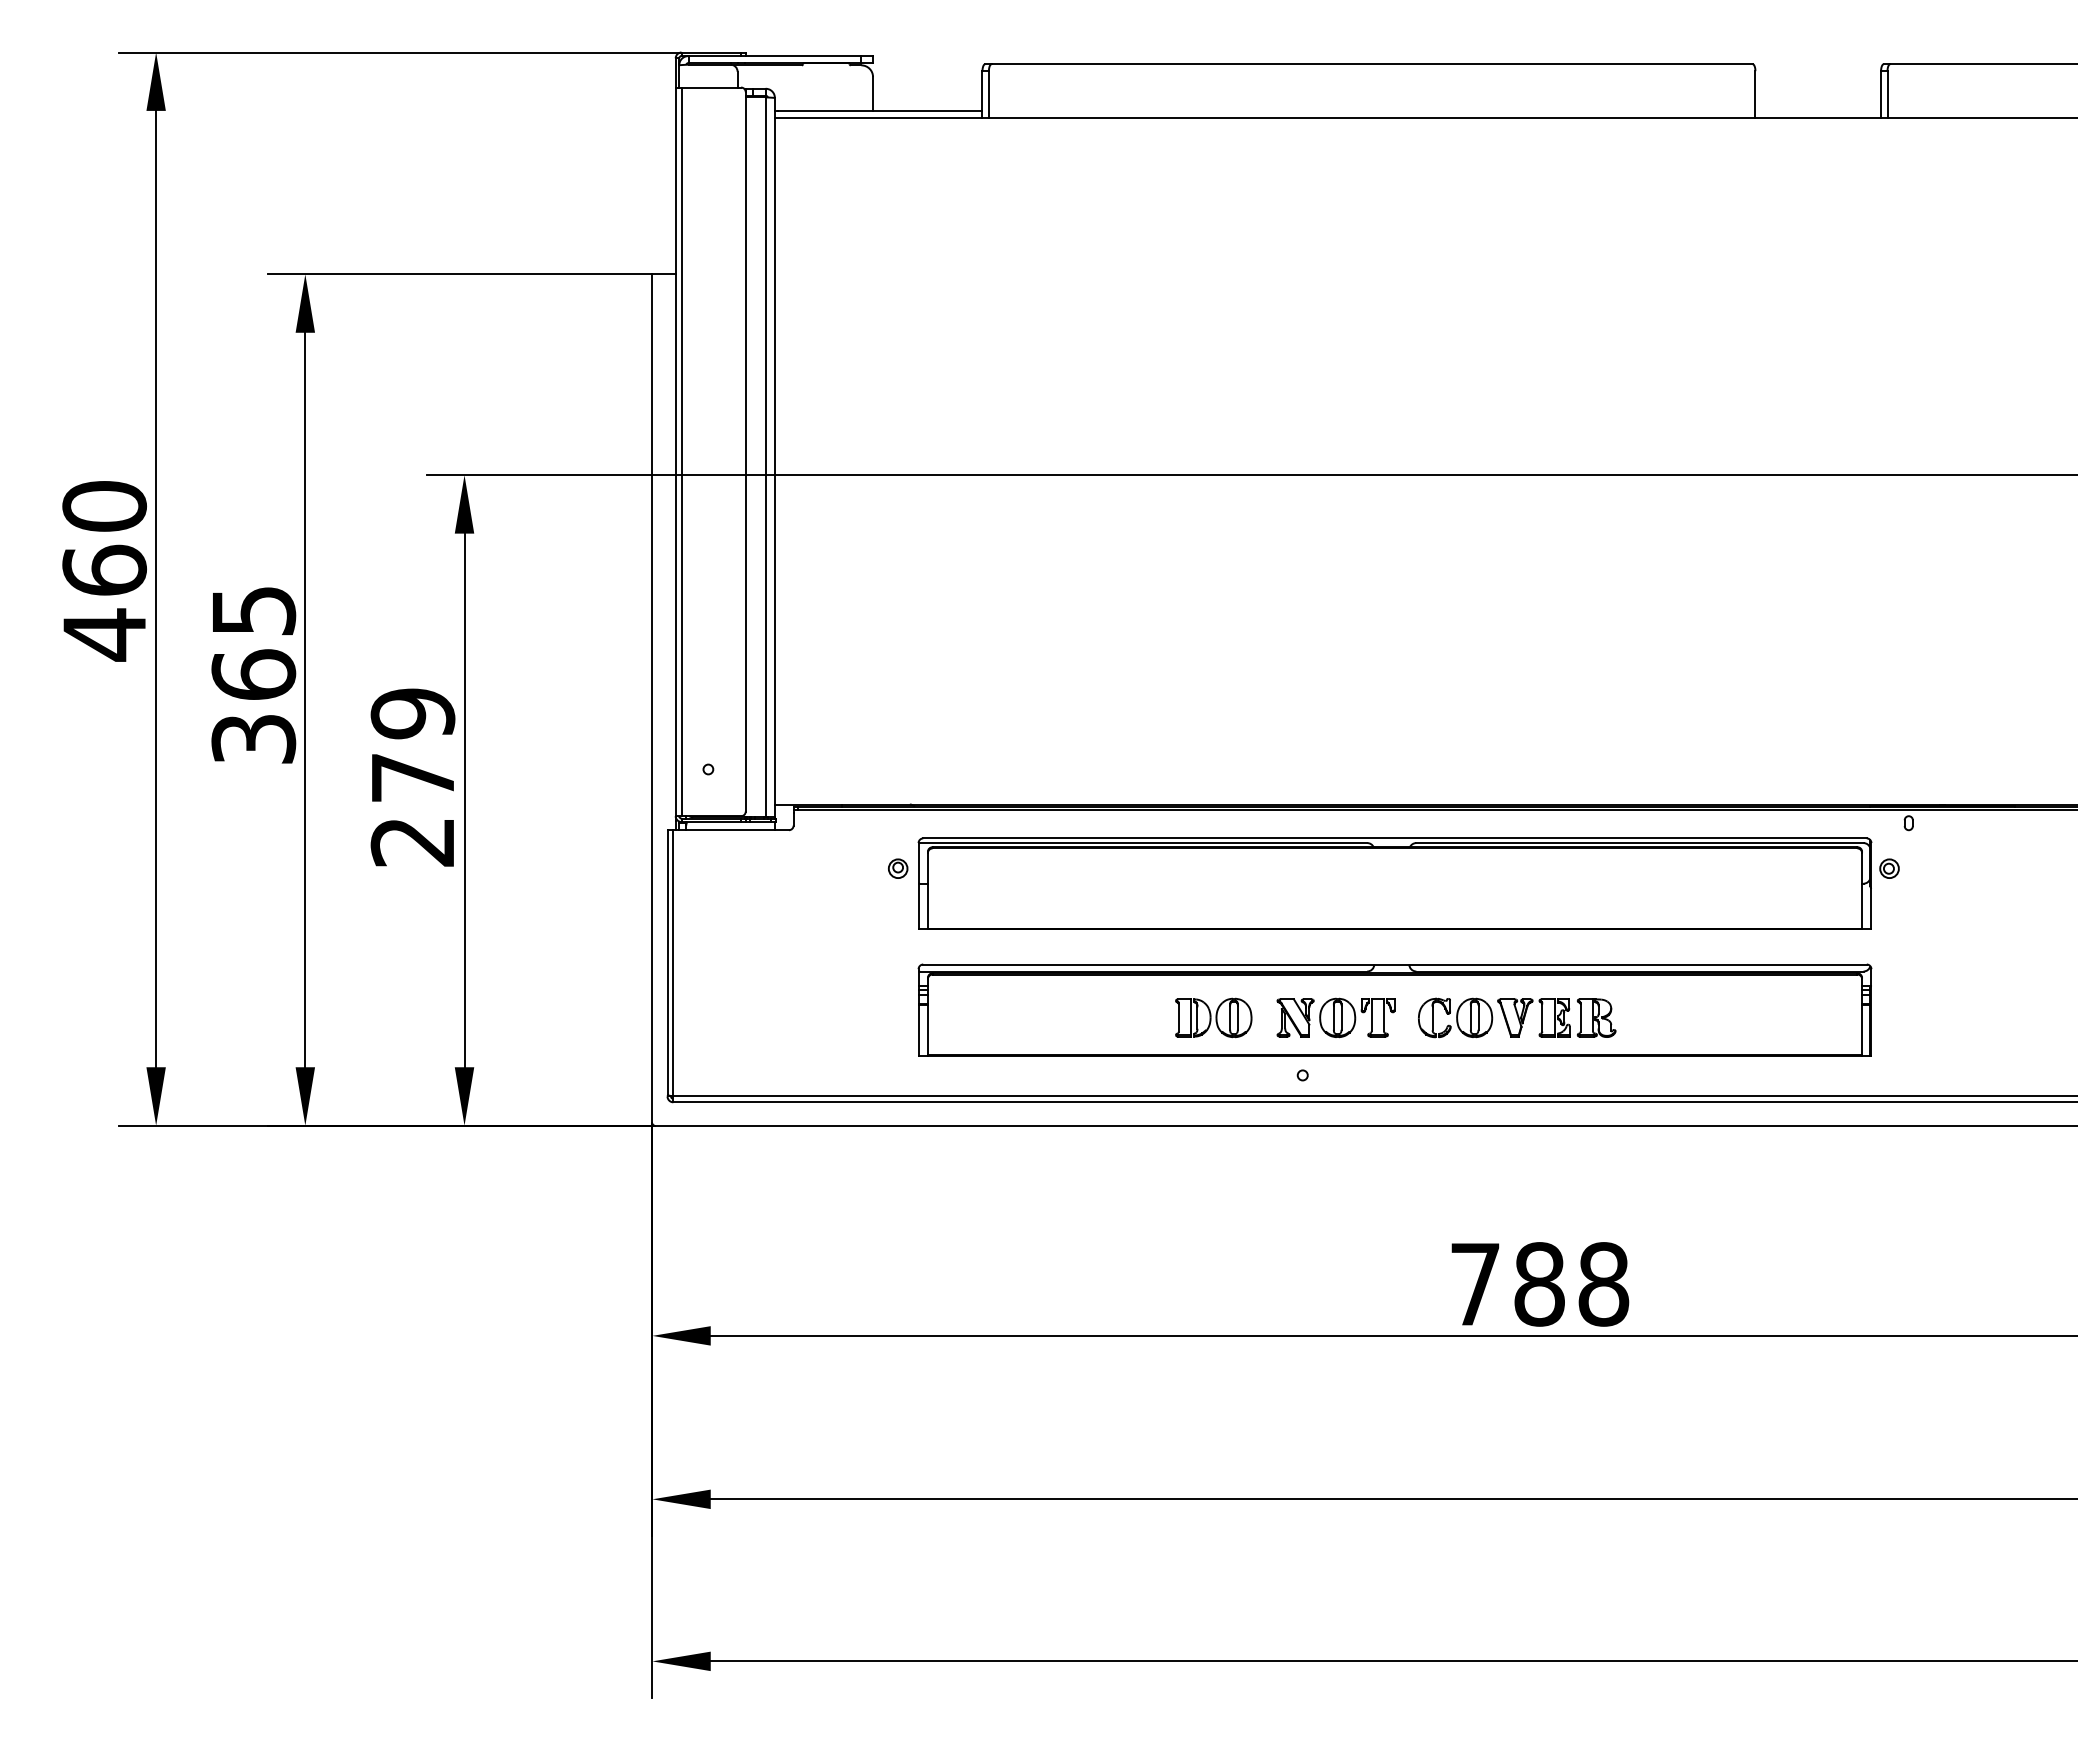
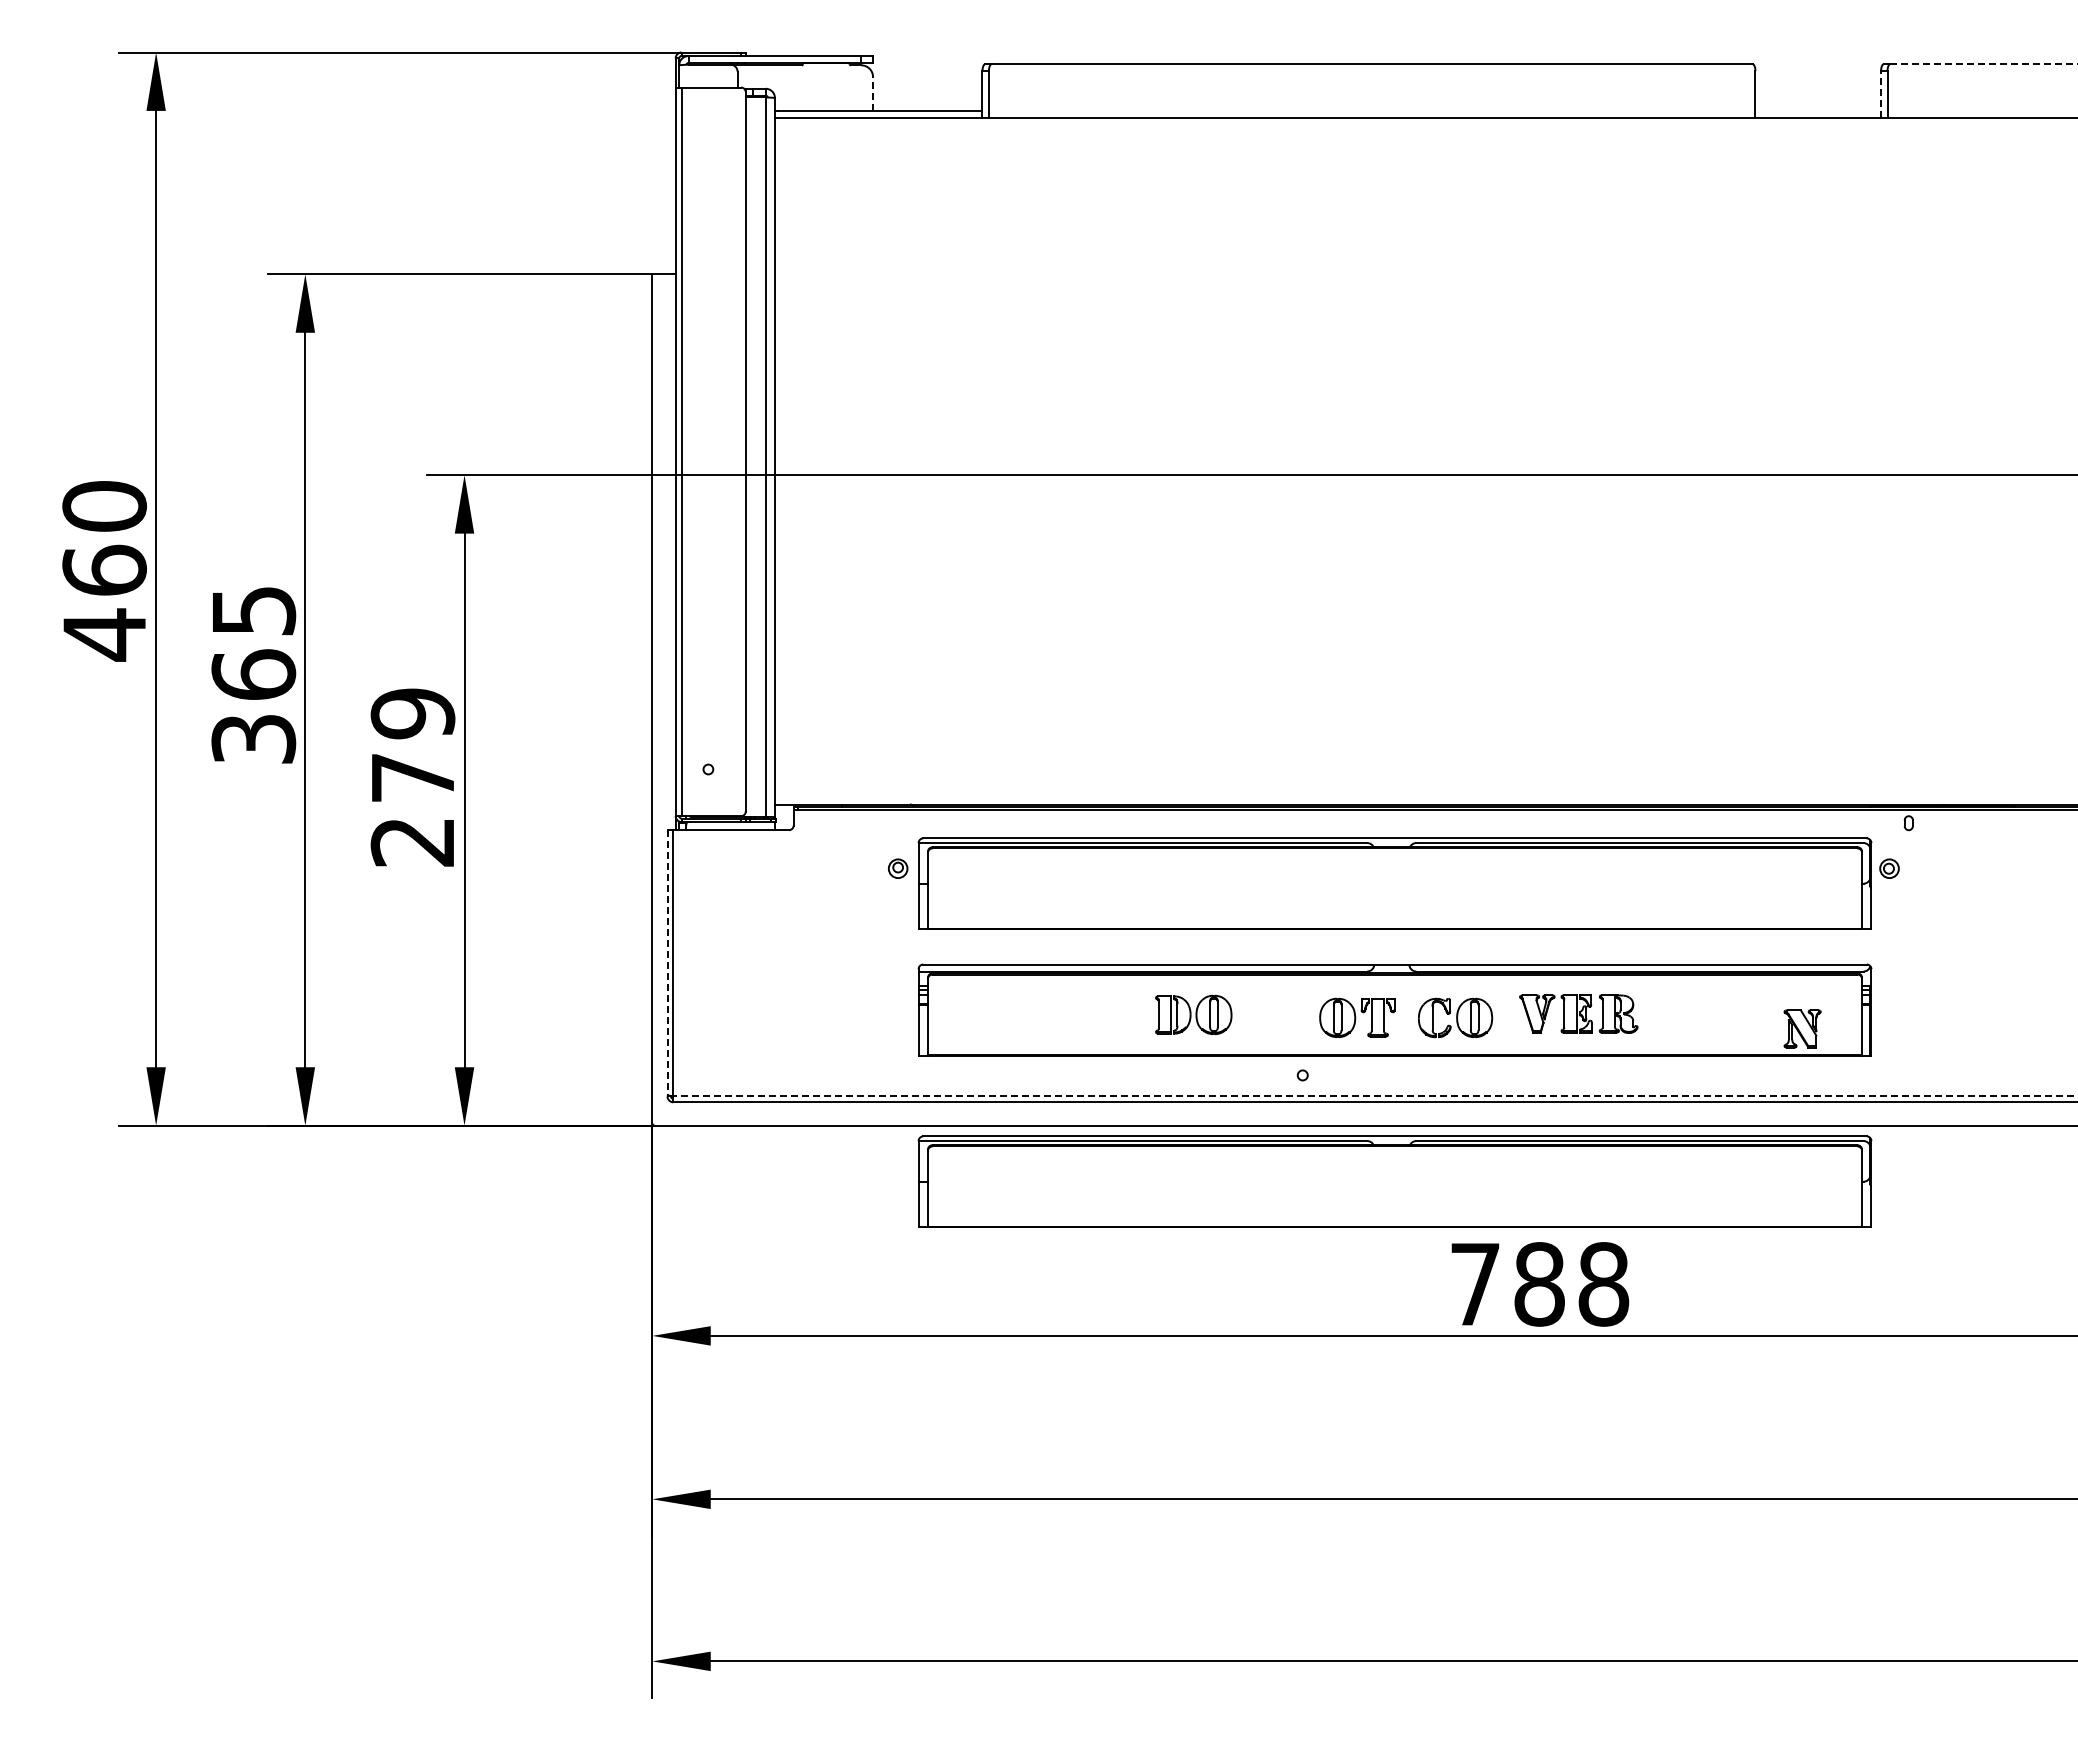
line at (1984, 64): solid -> dashed
line at (873, 93): solid -> dashed
line at (1881, 94): solid -> dashed
line at (667, 963): solid -> dashed
part at (1213, 1017) position: (1213, 1017) -> (1193, 1014)
part at (1295, 1017) position: (1295, 1017) -> (1802, 1028)
part at (1556, 1017) position: (1556, 1017) -> (1578, 1013)
line at (1375, 1096): solid -> dashed
part at (1394, 1181): none -> present
